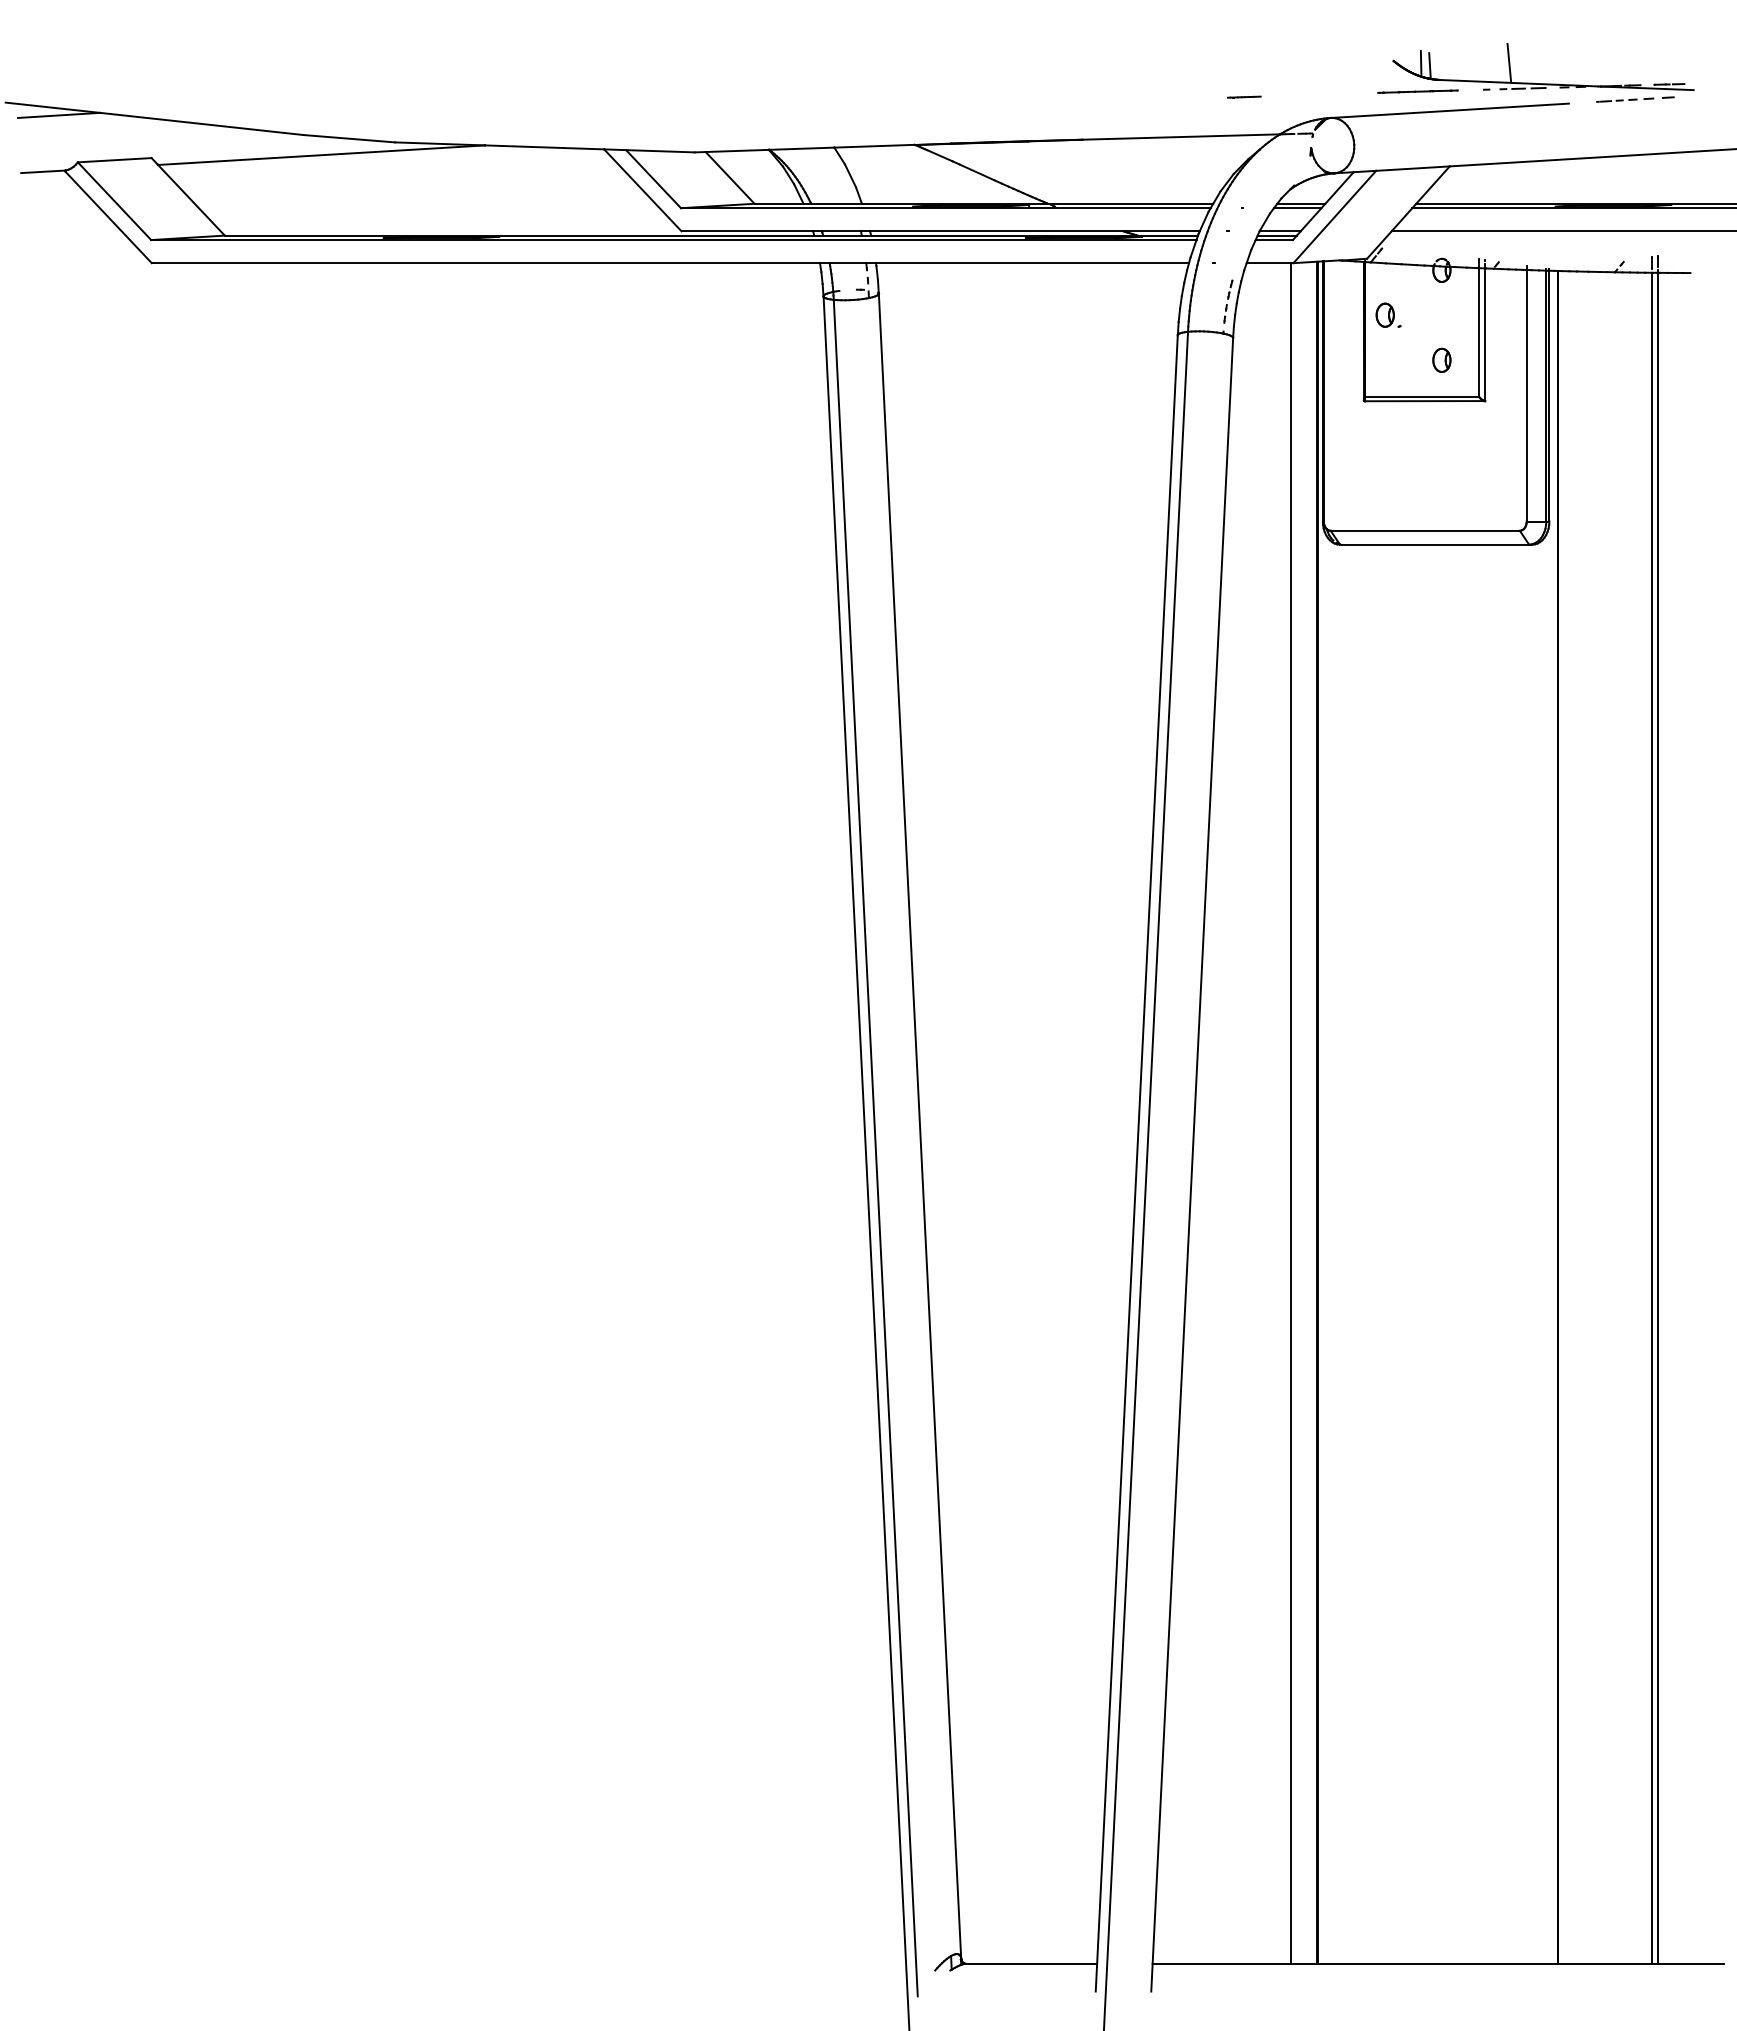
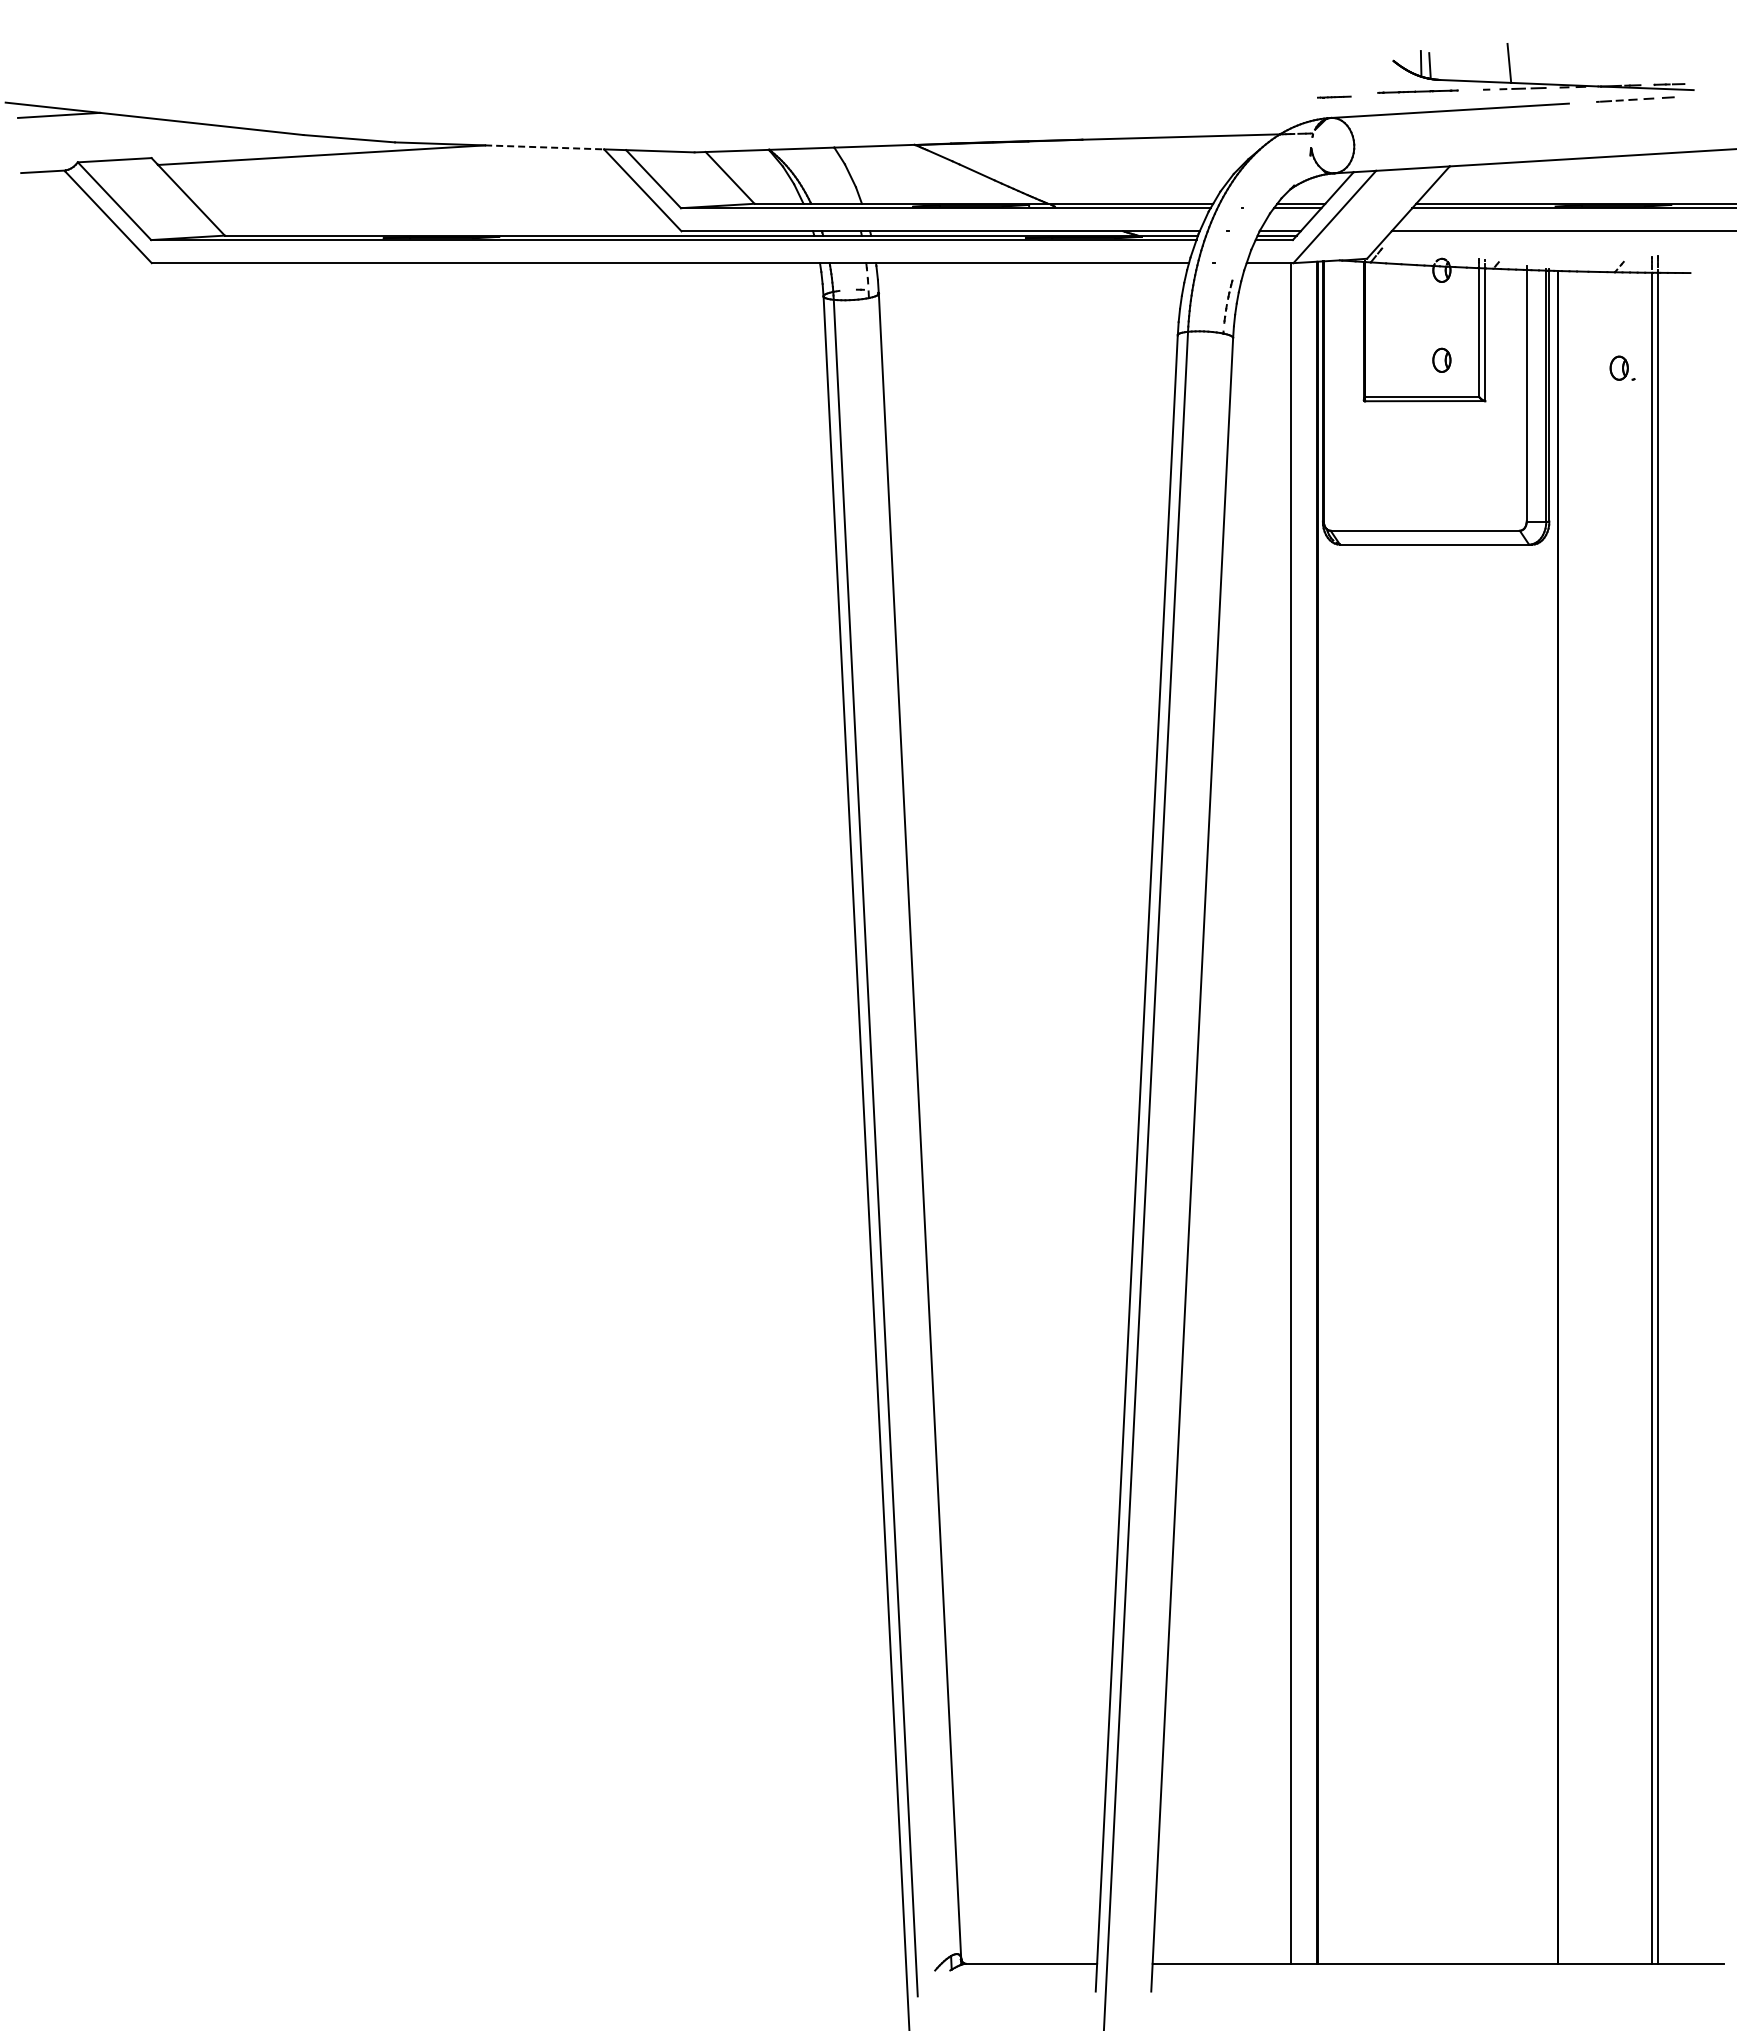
line at (1244, 96) position: (1244, 96) -> (1334, 96)
line at (544, 147): solid -> dashed
part at (1388, 314) position: (1388, 314) -> (1622, 367)
